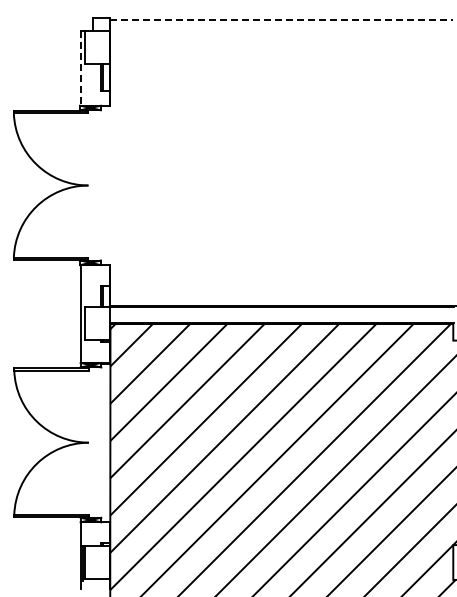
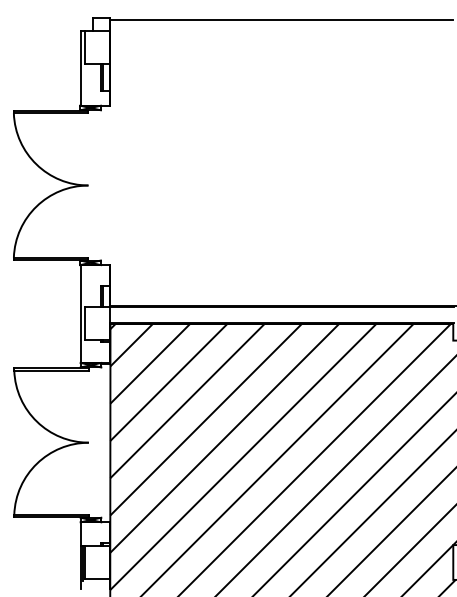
line at (282, 19): dashed -> solid
line at (80, 69): dashed -> solid
